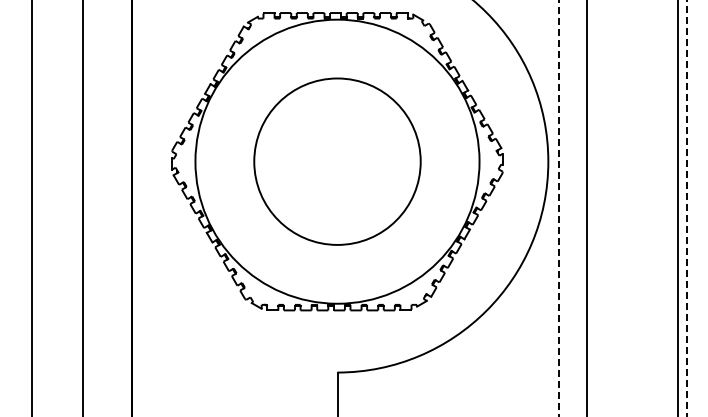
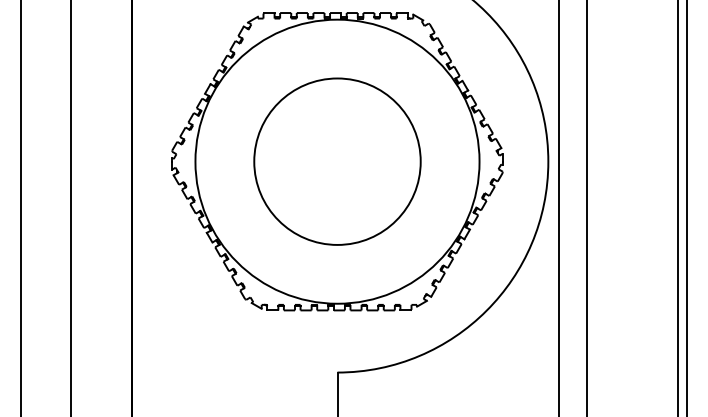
line at (32, 207) position: (32, 207) -> (21, 207)
line at (83, 207) position: (83, 207) -> (71, 207)
line at (559, 208): dashed -> solid
line at (686, 208): dashed -> solid
